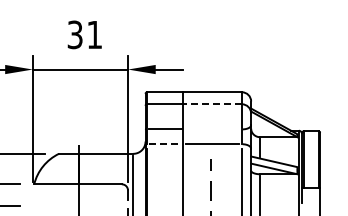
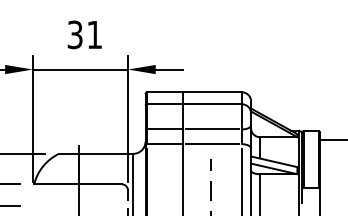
line at (212, 104): dashed -> solid
line at (212, 129): none -> present
line at (332, 140): none -> present
line at (165, 144): dashed -> solid
